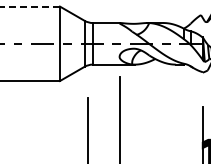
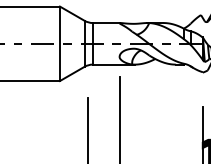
line at (29, 6): dashed -> solid
